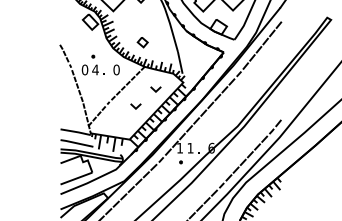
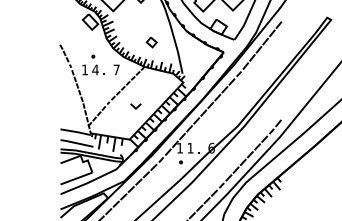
part at (142, 42) position: (142, 42) -> (151, 42)
text at (84, 69): 0 -> 1
text at (116, 69): 0 -> 7
line at (154, 89): present -> none
